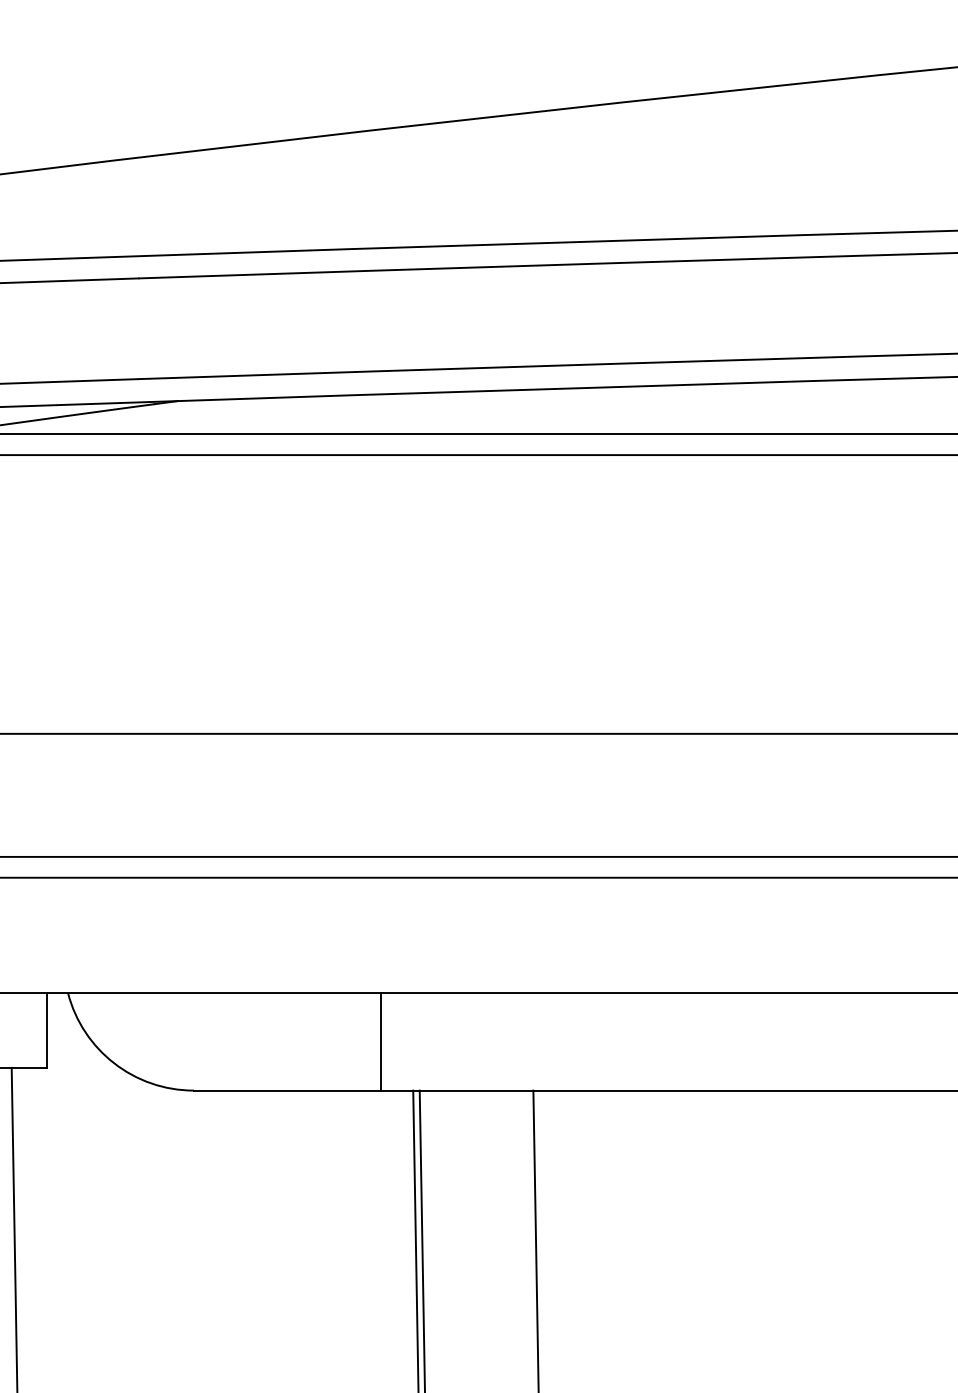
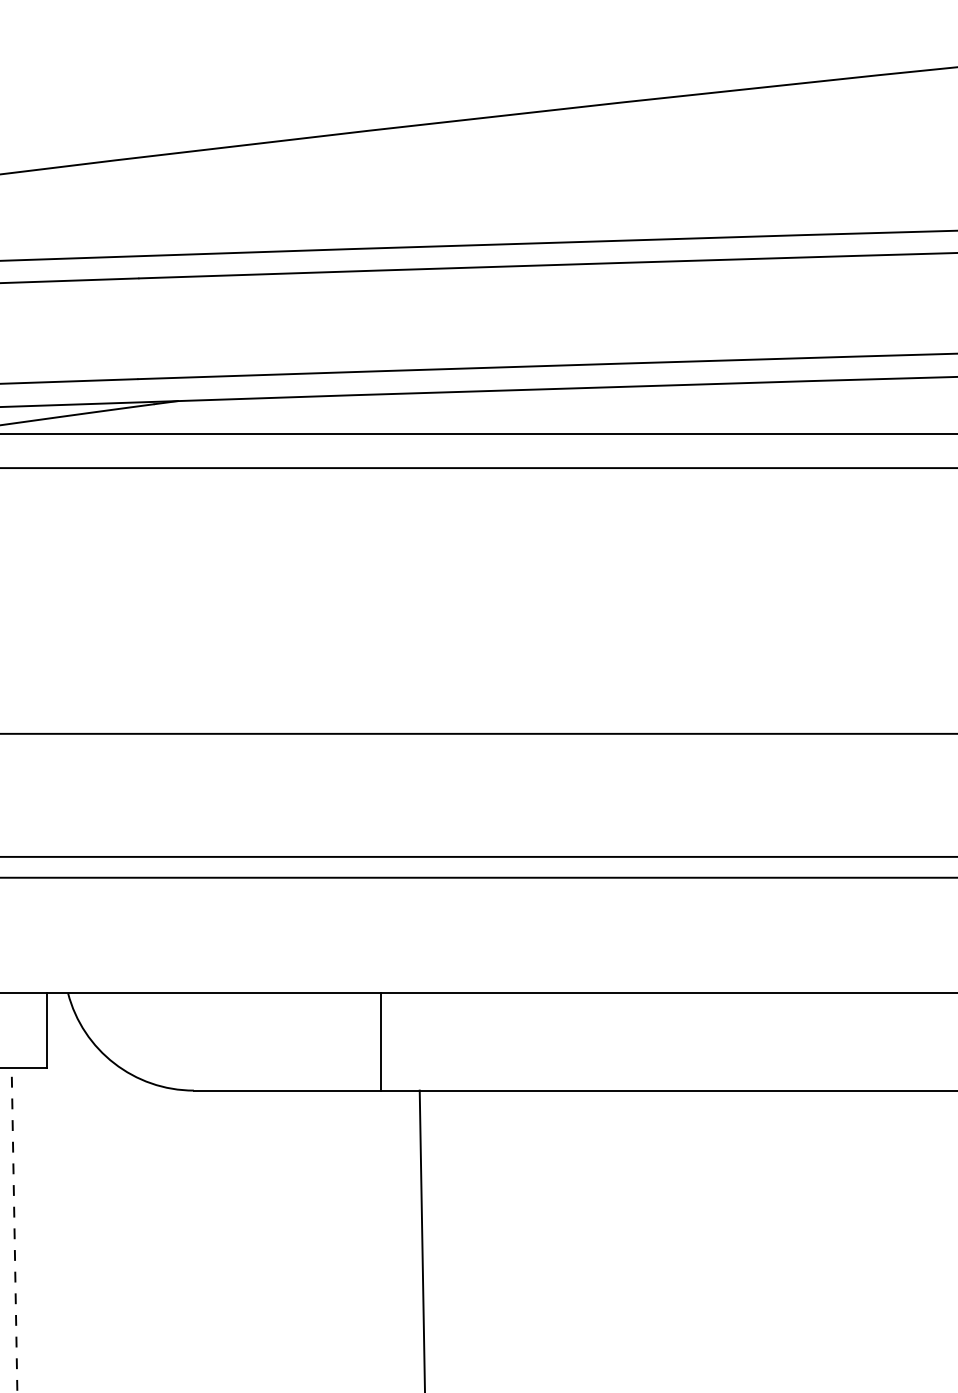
line at (478, 455) position: (478, 455) -> (478, 468)
line at (14, 1229): solid -> dashed
line at (415, 1239): present -> none
line at (535, 1239): present -> none
